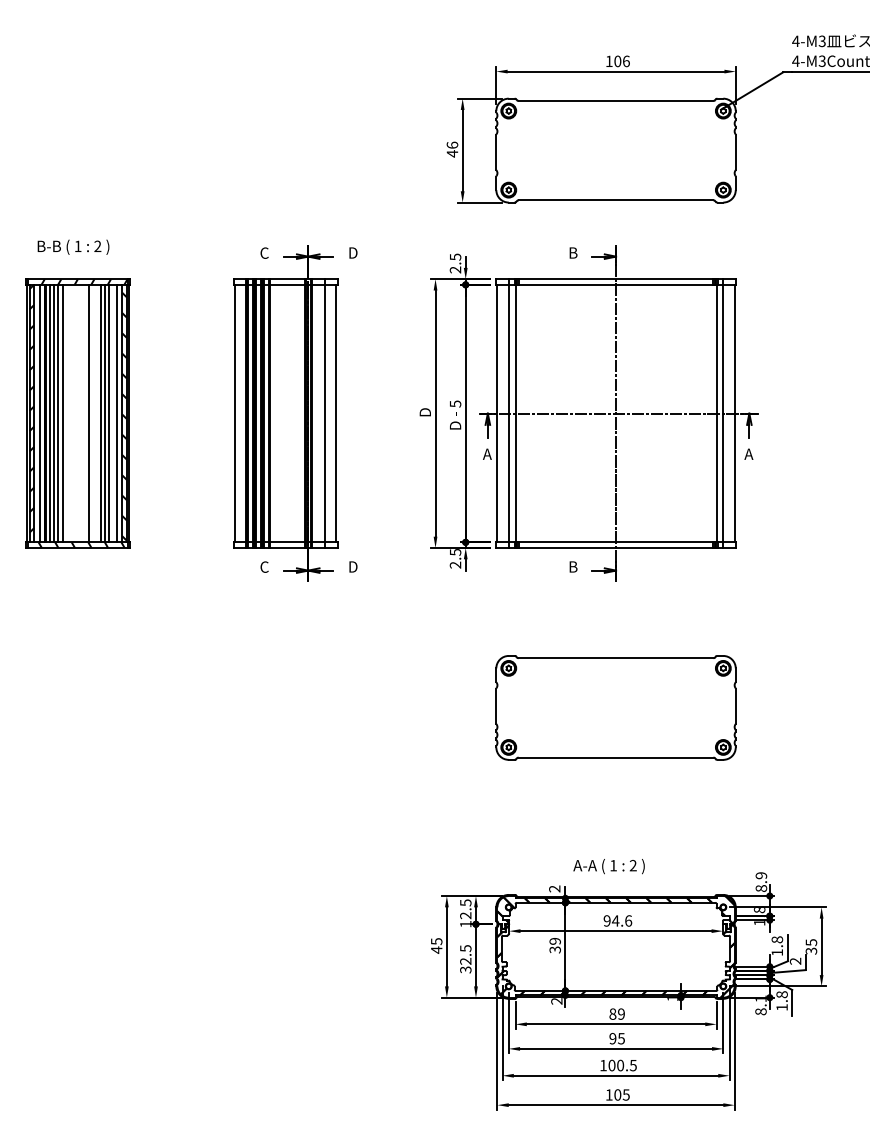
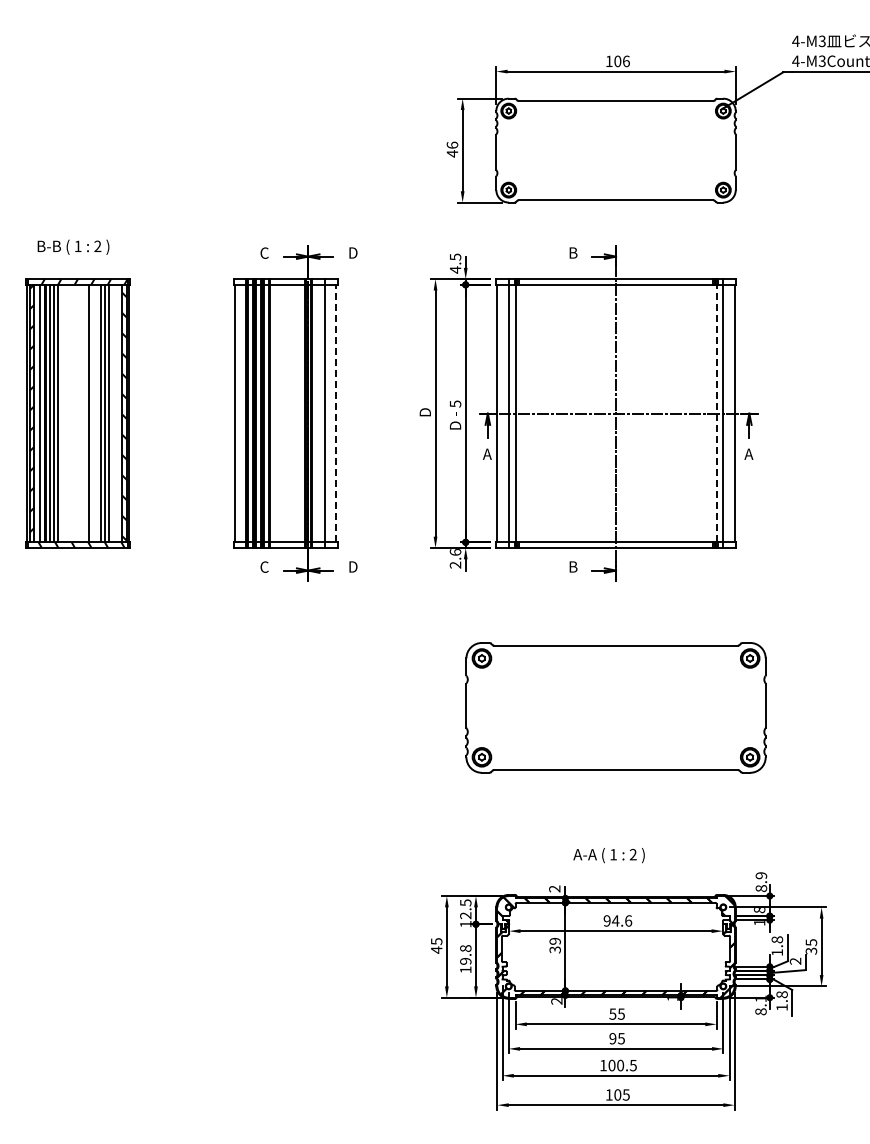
text at (455, 269): 2.5 -> 4.5
line at (62, 413): present -> none
line at (116, 413): present -> none
line at (336, 413): solid -> dashed
line at (716, 413): solid -> dashed
text at (455, 552): 2.5 -> 2.6
part at (615, 707) size: 242x106 px -> 302x132 px
text at (608, 866) position: (608, 866) -> (608, 855)
text at (465, 959): 32.5 -> 19.8
text at (616, 1013): 89 -> 55
